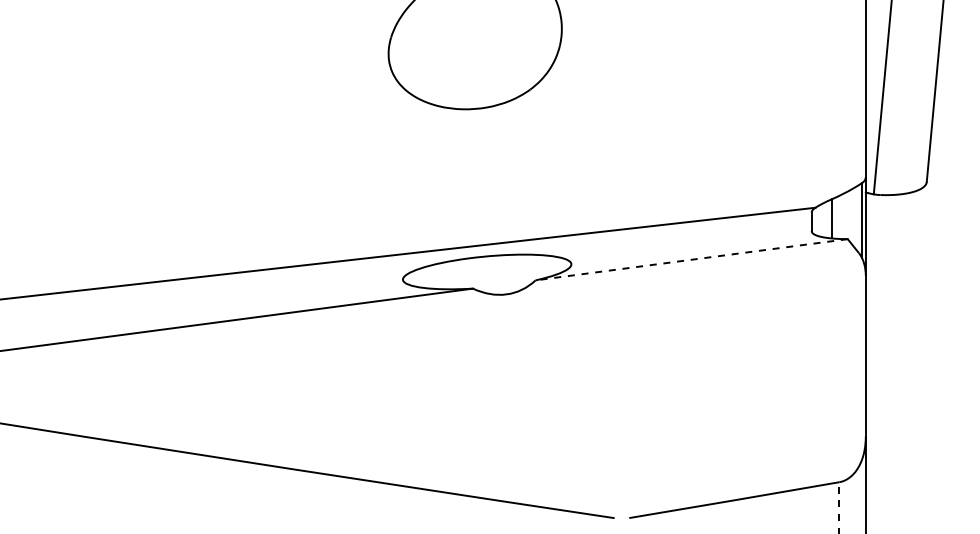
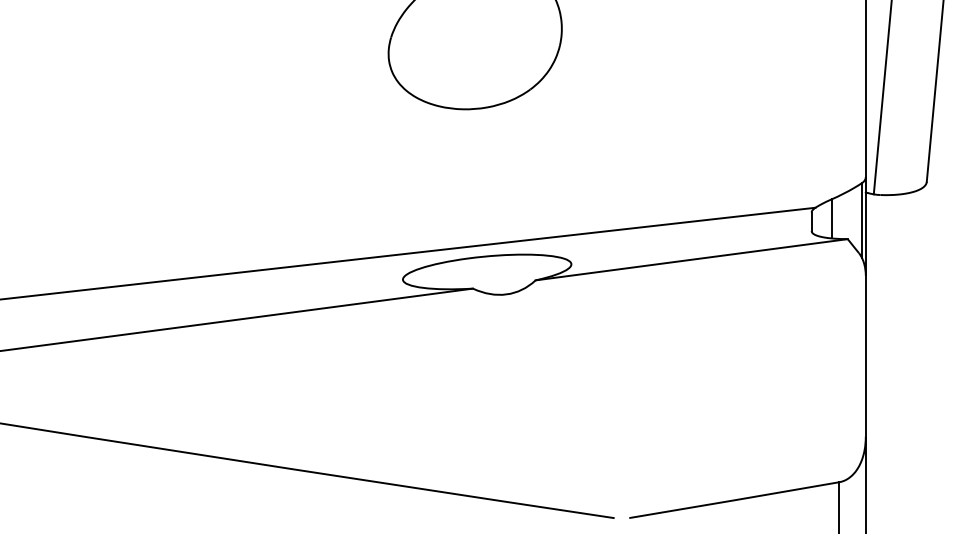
line at (691, 259): dashed -> solid
line at (839, 507): dashed -> solid
